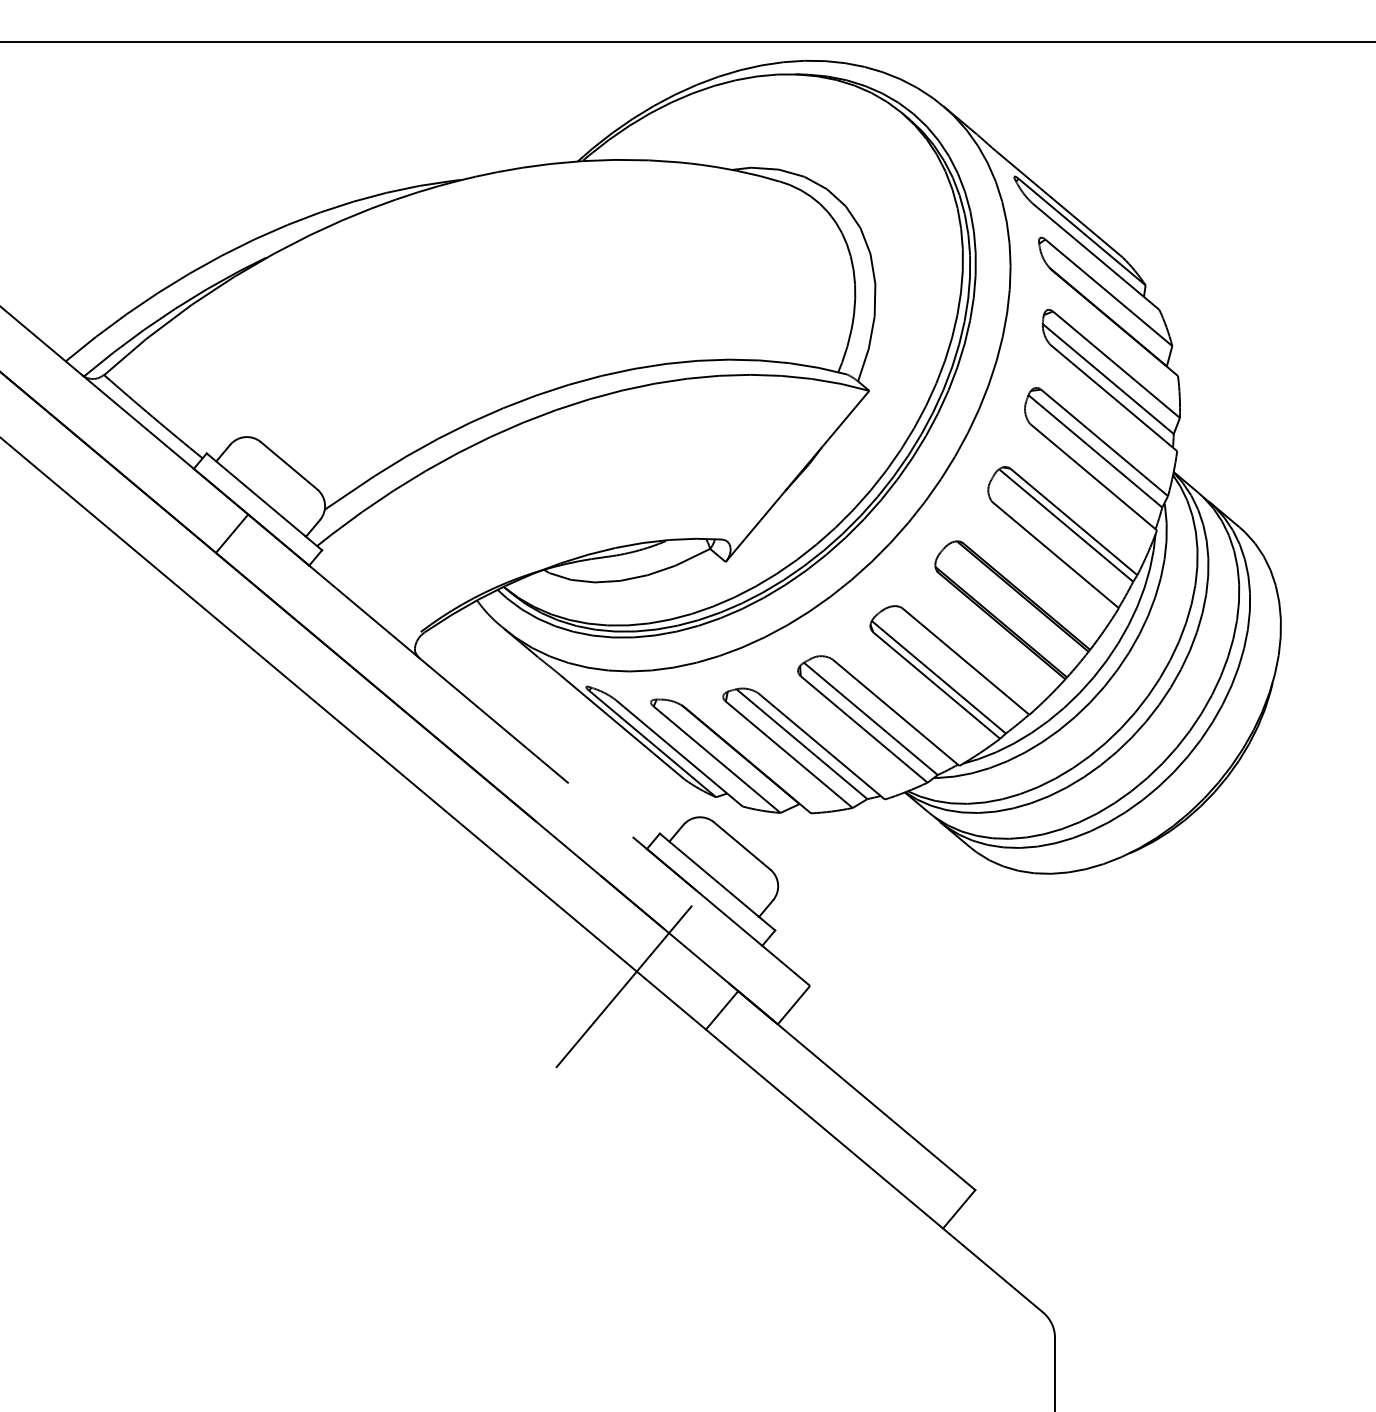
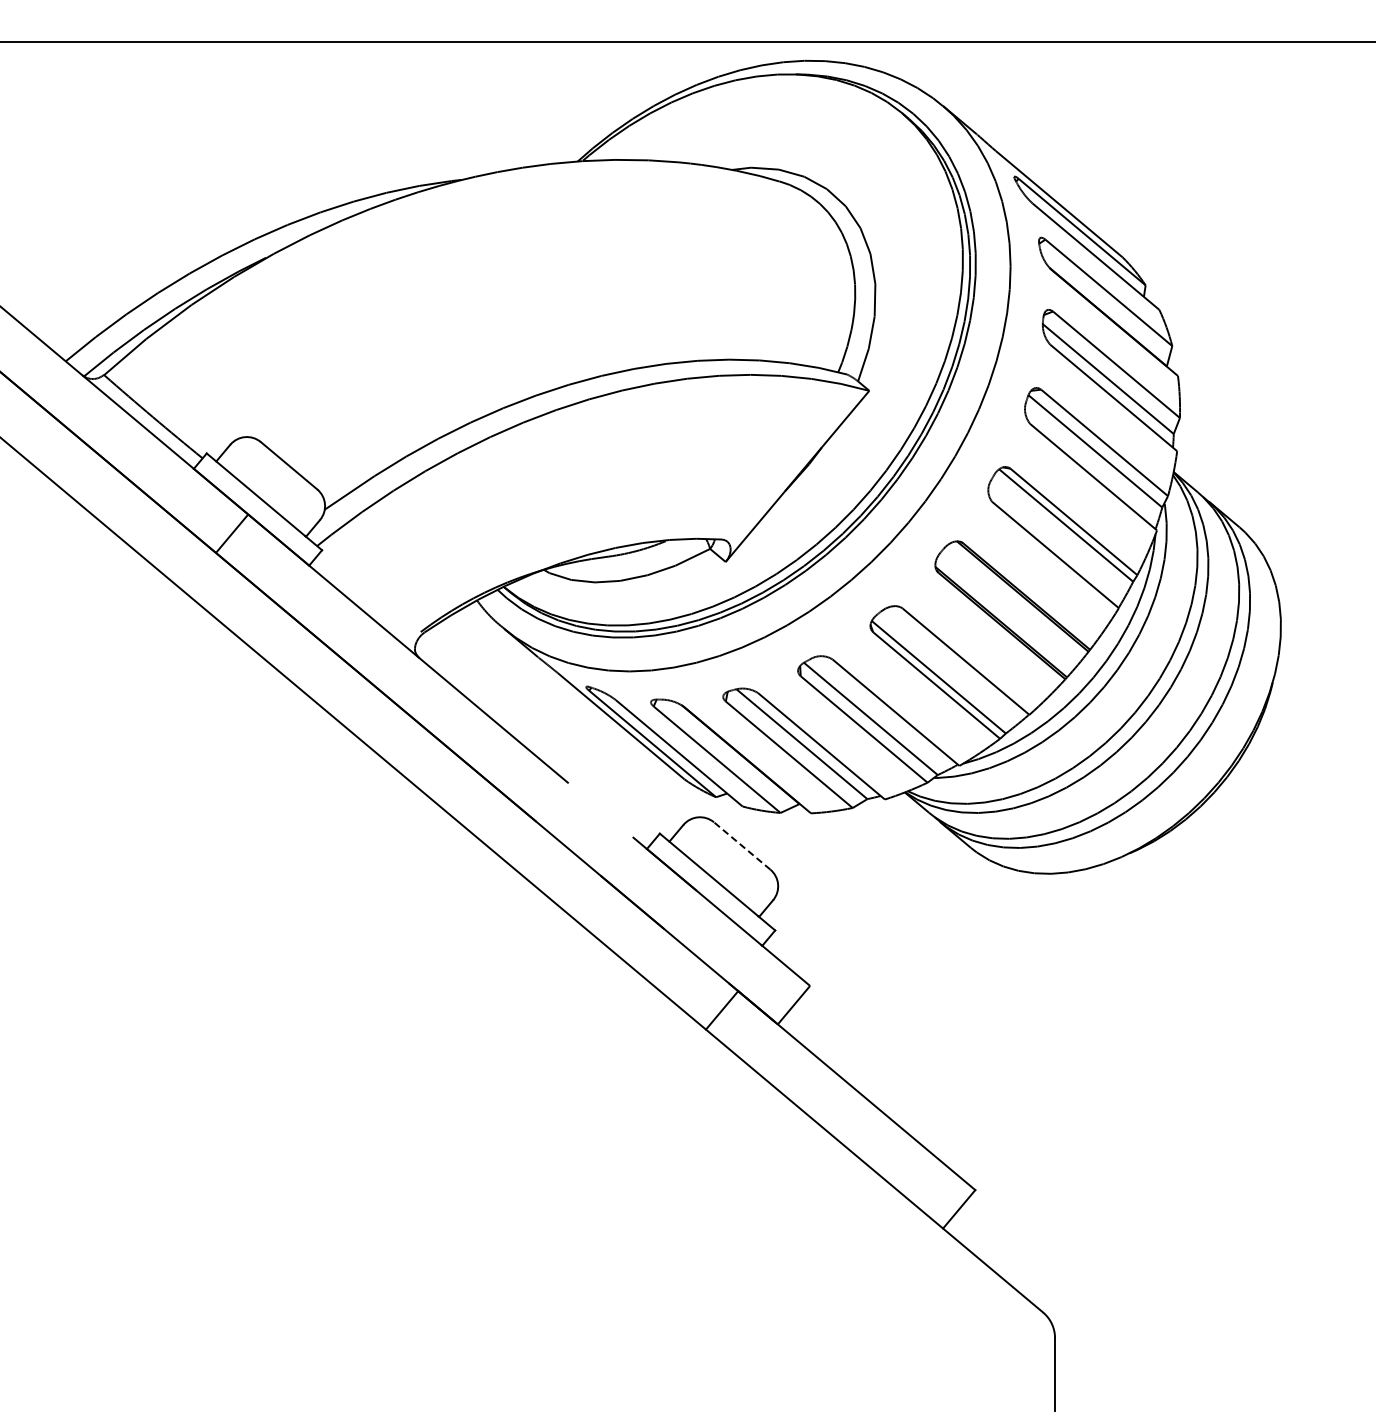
line at (742, 845): solid -> dashed
line at (624, 986): present -> none
